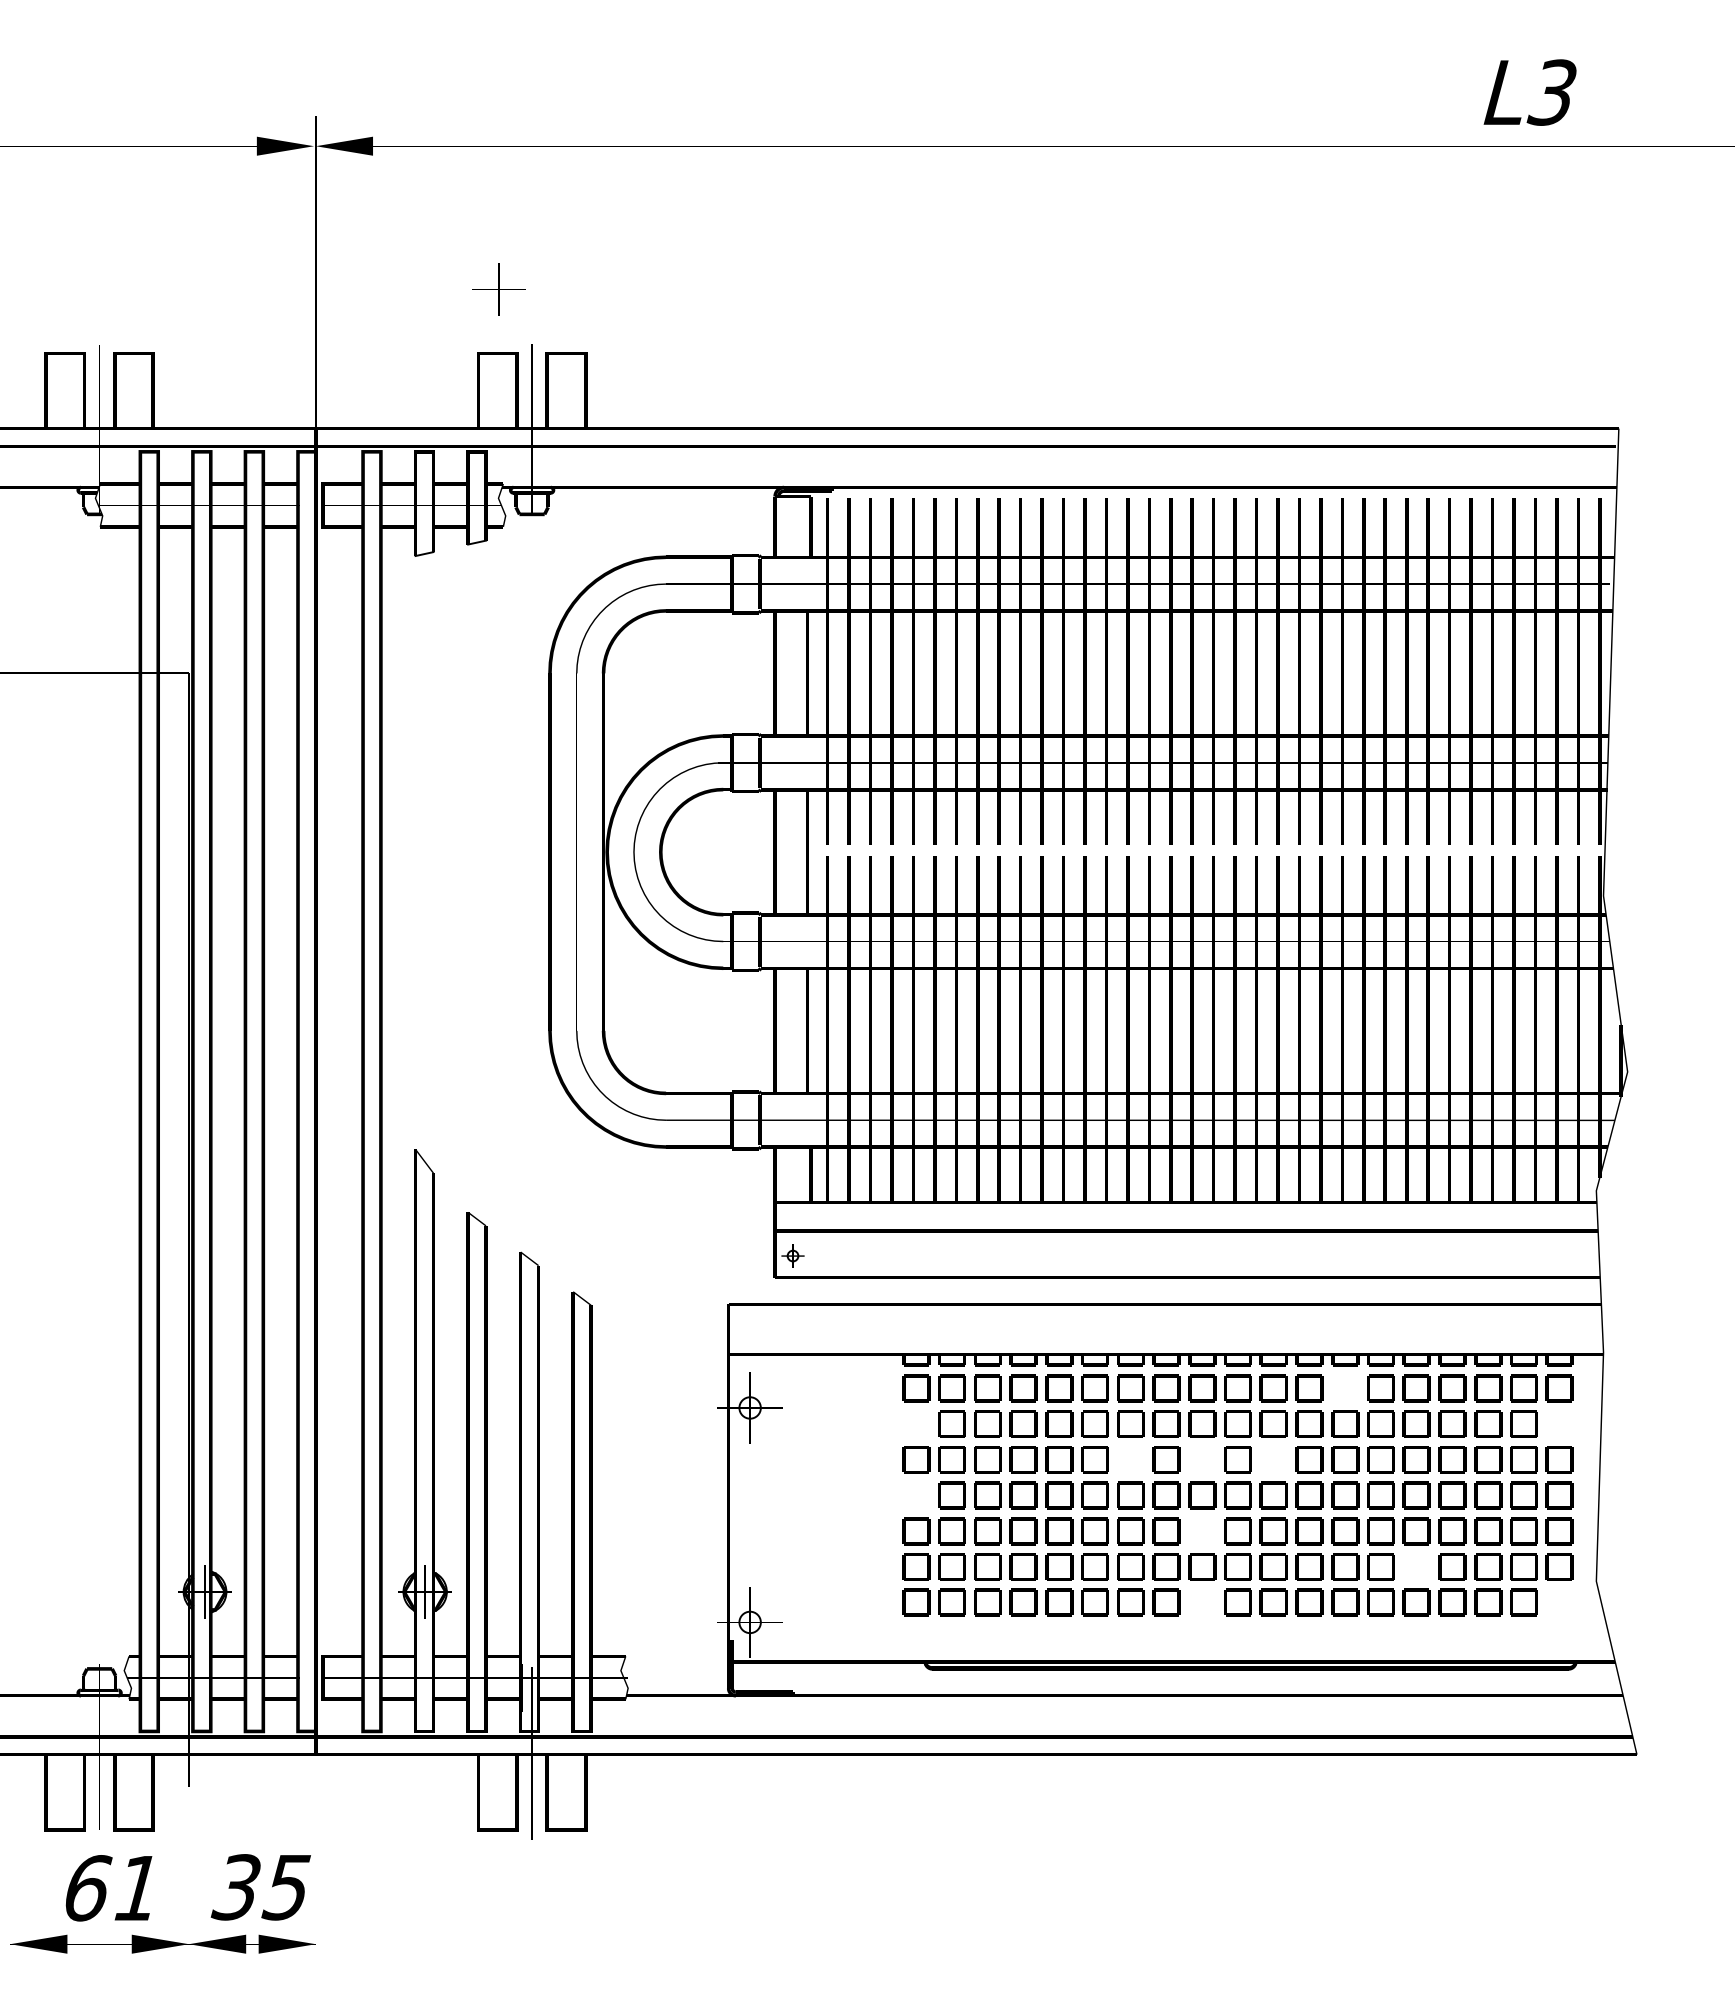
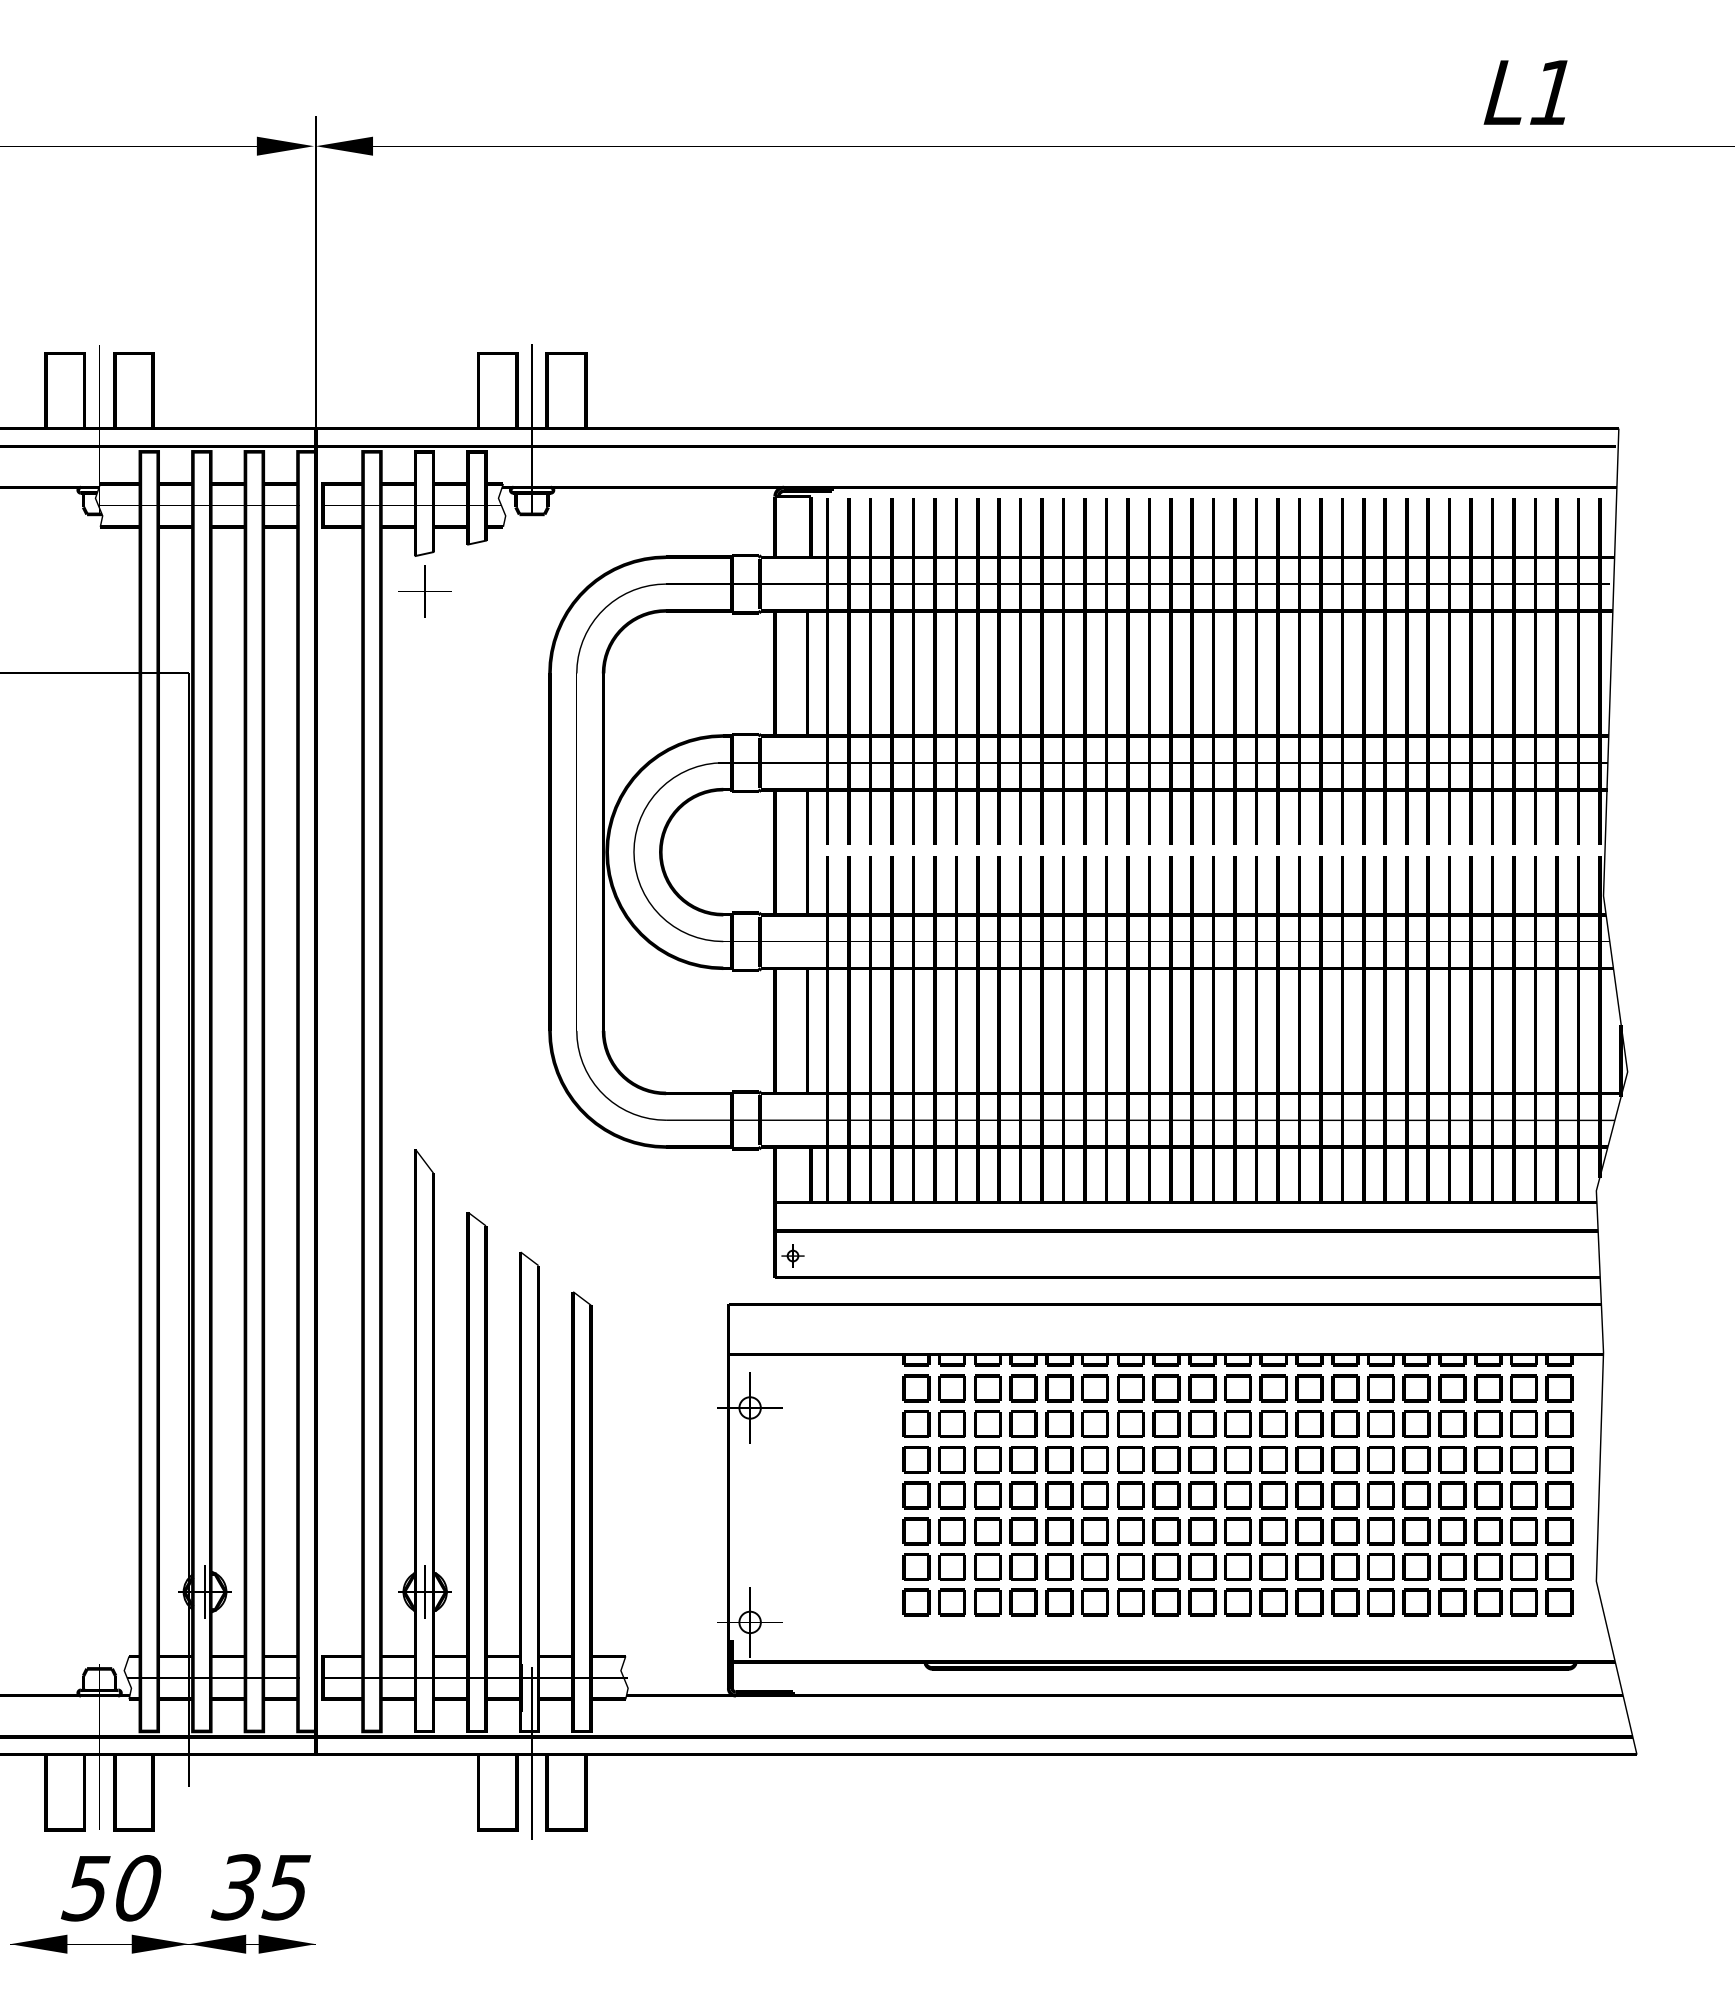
text at (1551, 92): L3 -> L1
part at (498, 289) position: (498, 289) -> (424, 591)
part at (1345, 1388): none -> present
part at (916, 1423): none -> present
part at (1559, 1423): none -> present
part at (1130, 1459): none -> present
part at (1202, 1459): none -> present
part at (1273, 1459): none -> present
part at (916, 1495): none -> present
part at (1202, 1531): none -> present
part at (1416, 1566): none -> present
part at (1202, 1602): none -> present
part at (1559, 1602): none -> present
text at (110, 1888): 61 -> 50
